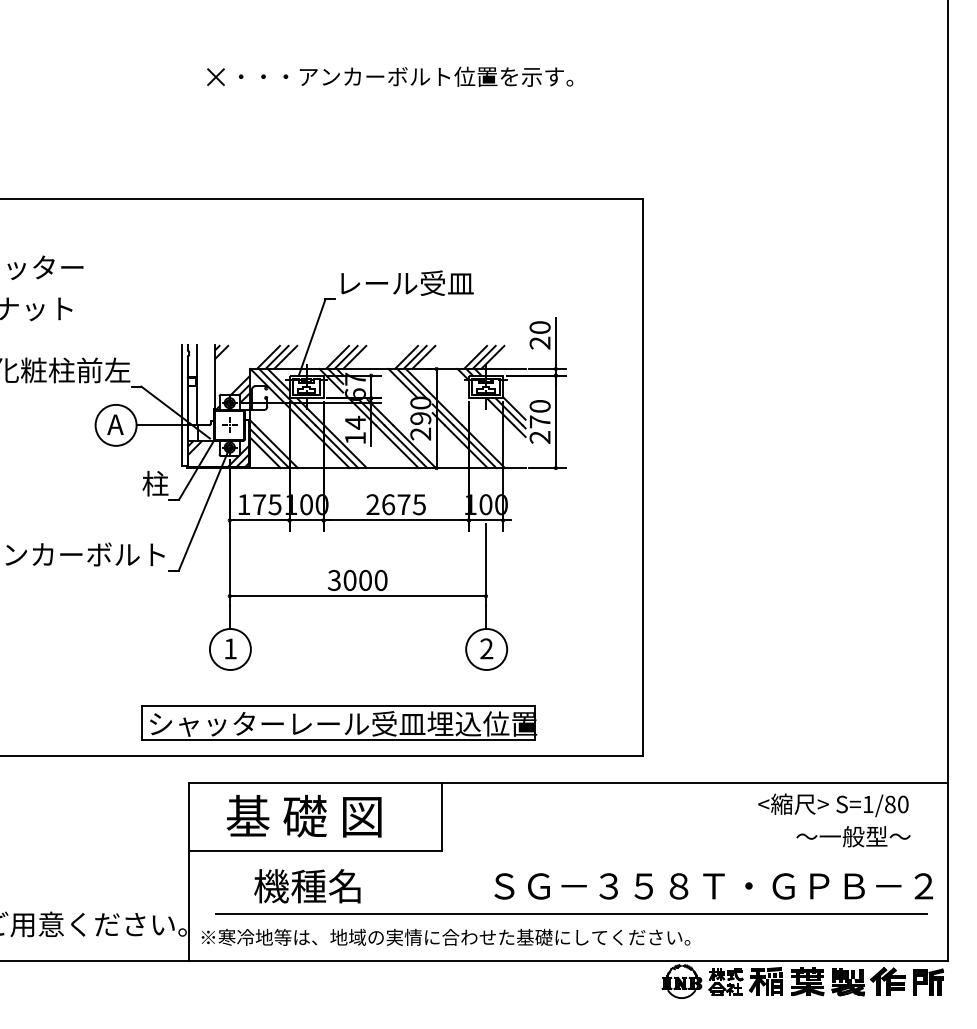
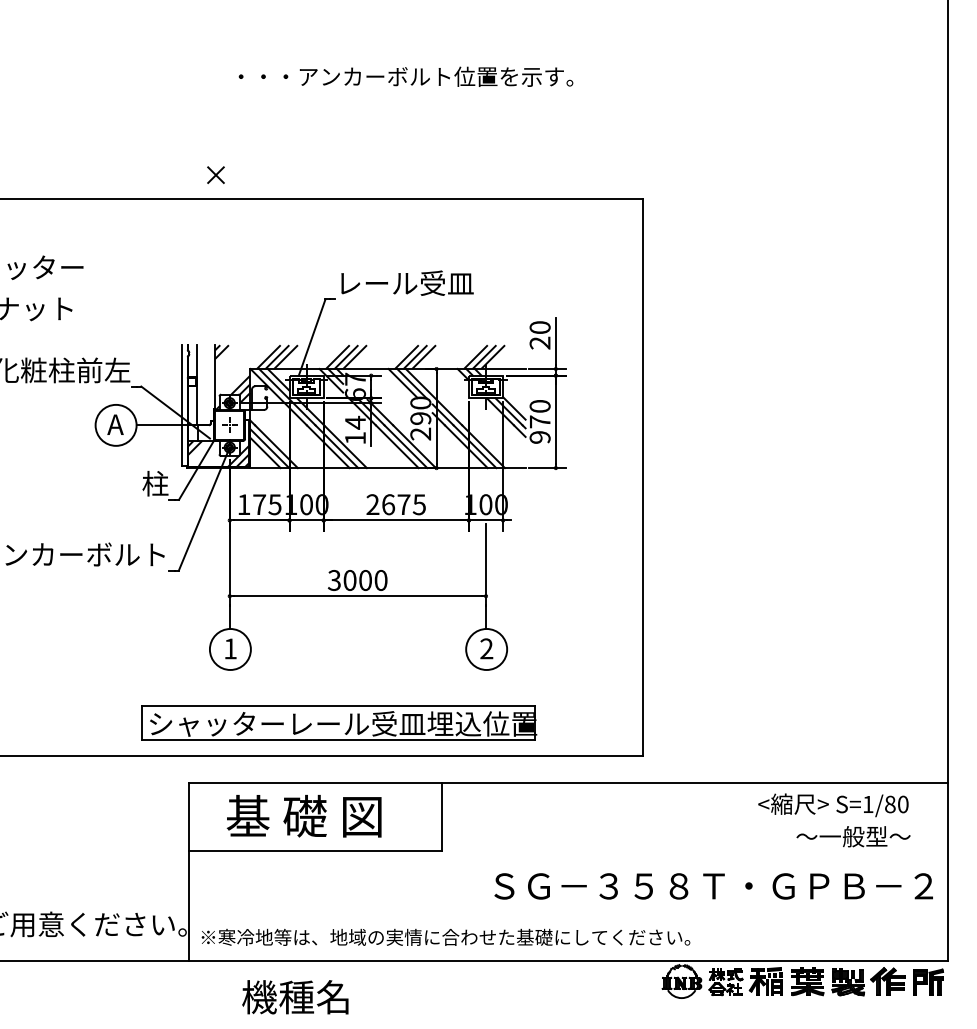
part at (215, 76) position: (215, 76) -> (215, 174)
text at (540, 437): 270 -> 970
text at (307, 886) position: (307, 886) -> (295, 997)
line at (571, 913): present -> none
